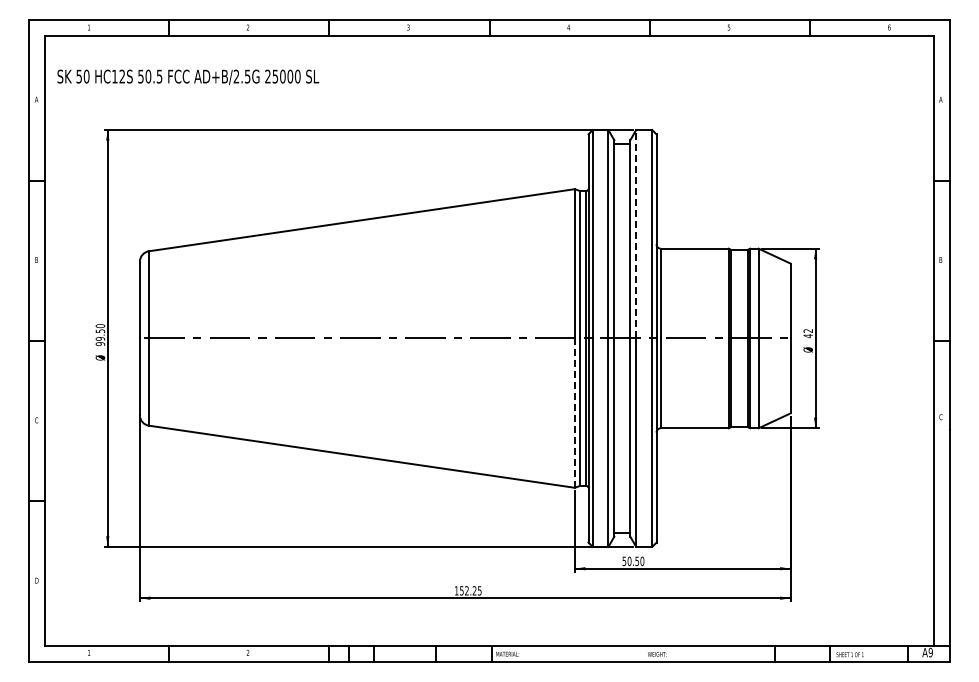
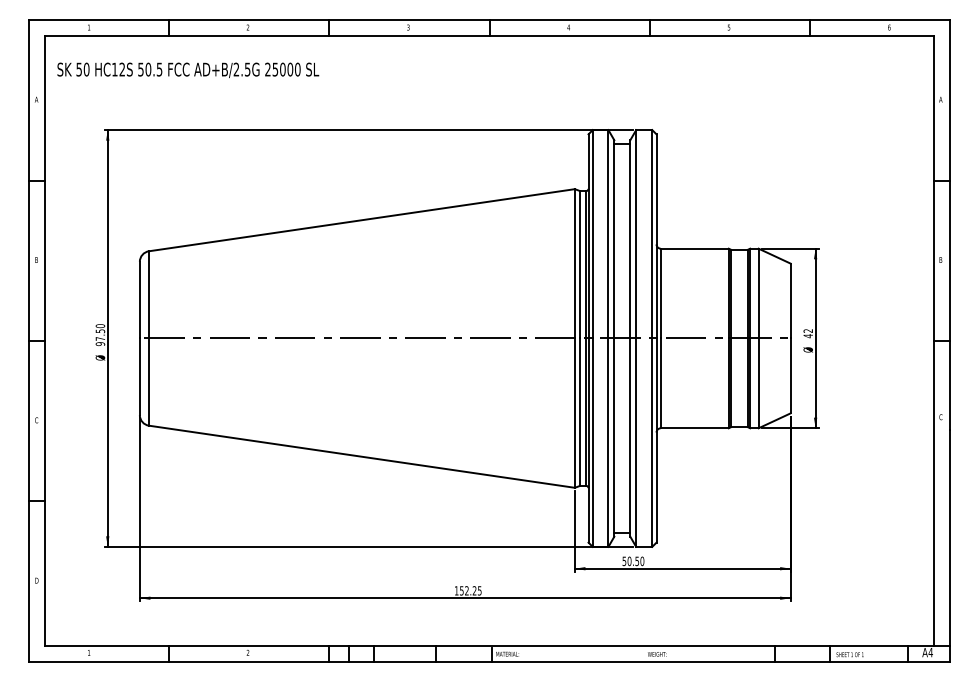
text at (188, 77) position: (188, 77) -> (188, 70)
line at (636, 233): dashed -> solid
text at (100, 338): 99.50 -> 97.50
line at (574, 413): dashed -> solid
text at (930, 652): A9 -> A4
